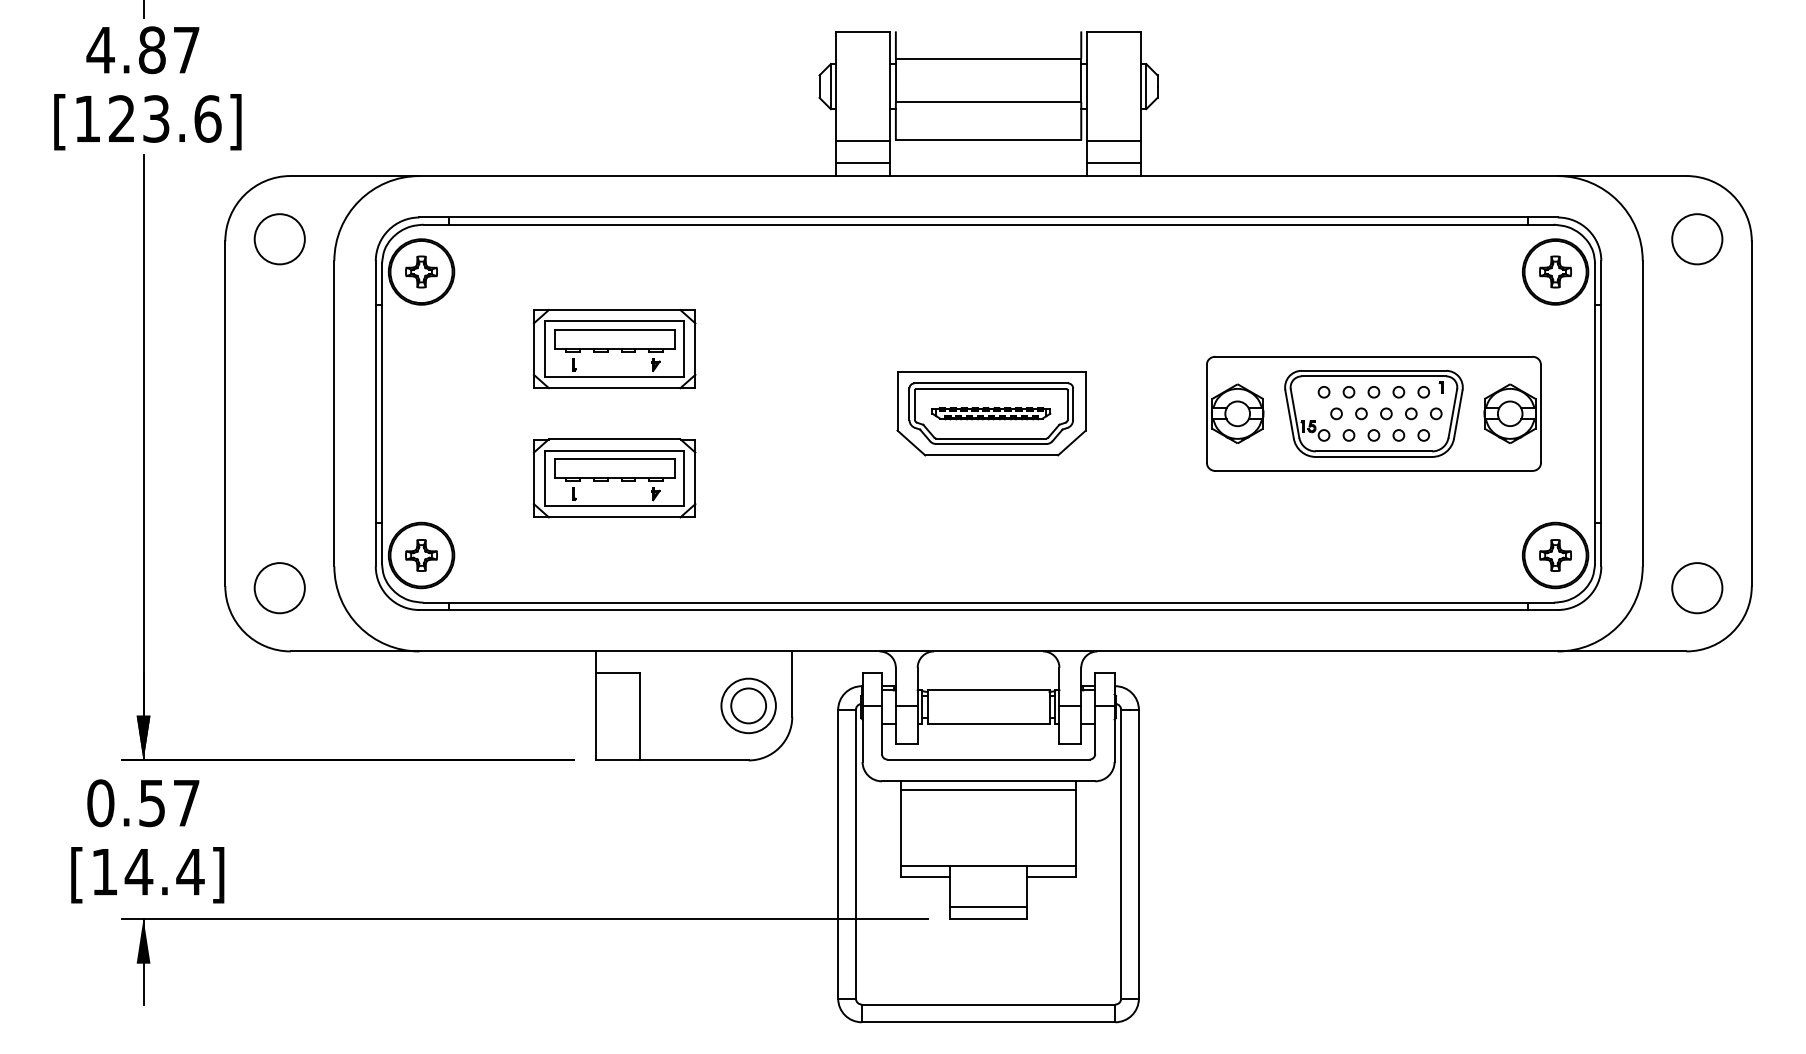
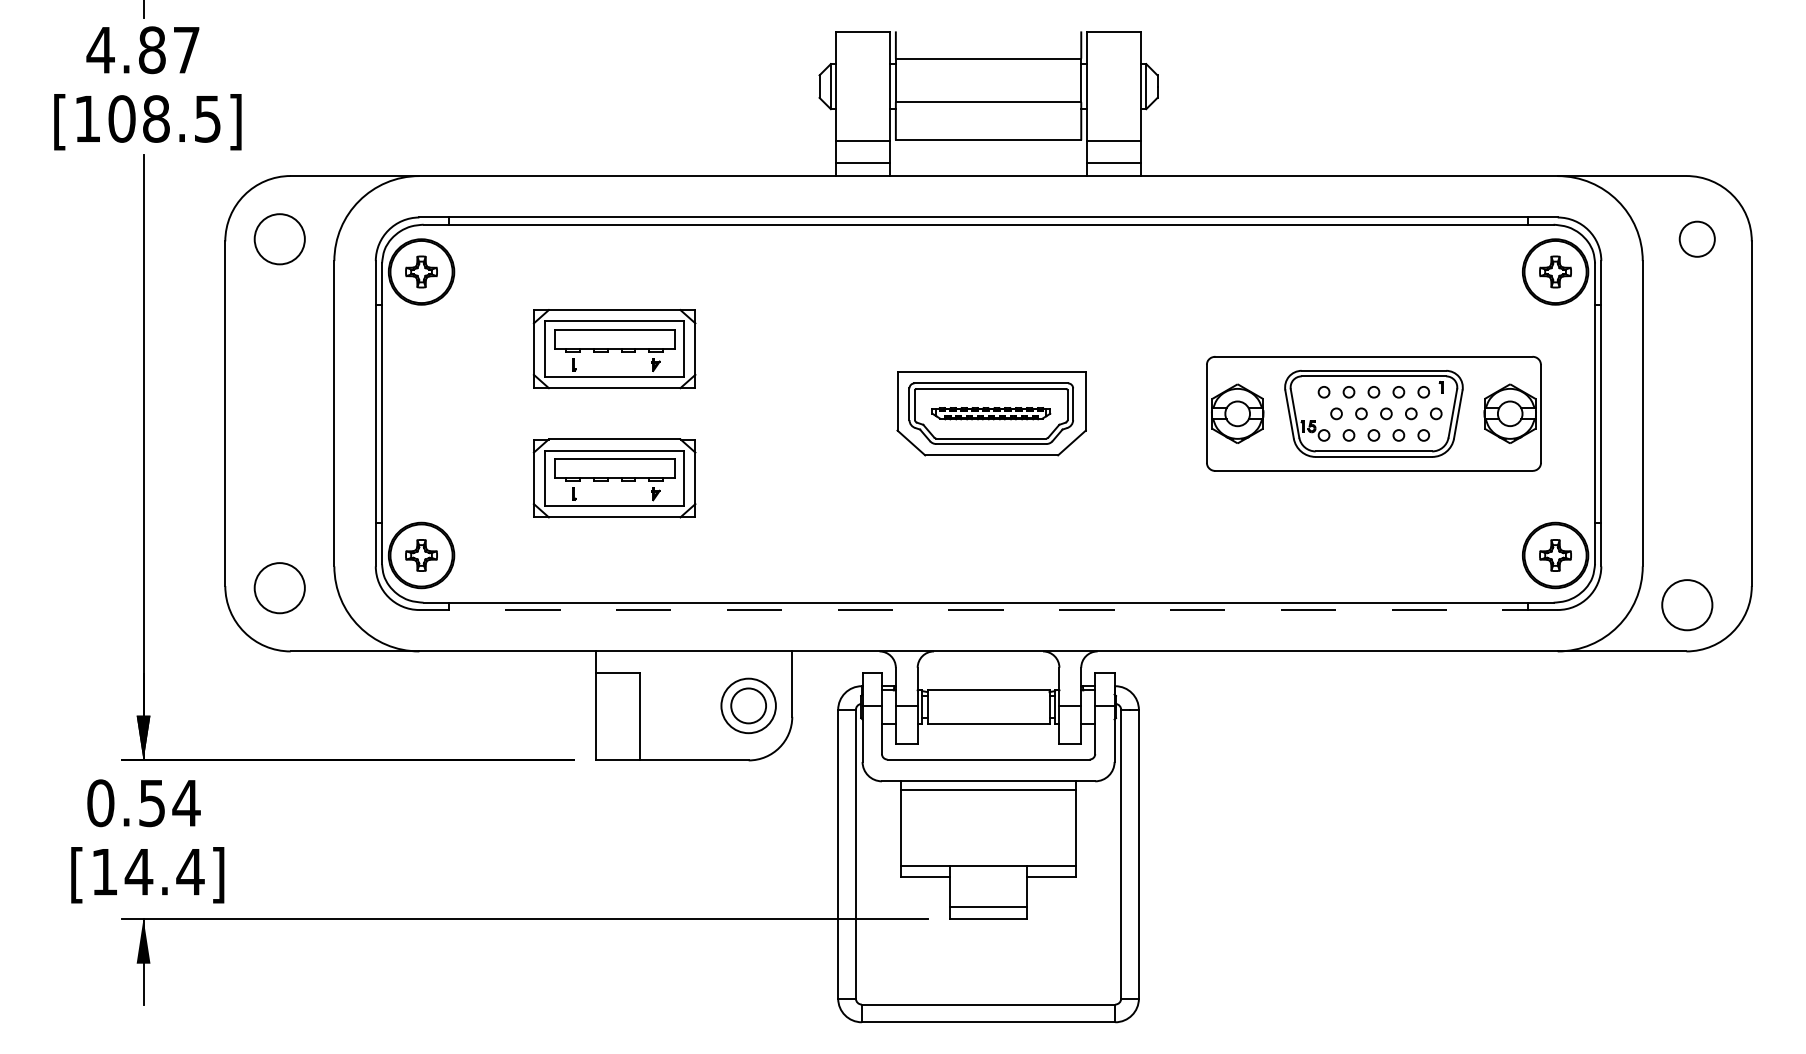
text at (164, 118): [123.6] -> [108.5]
circle at (1697, 239) diameter: 50 px -> 35 px
circle at (1697, 588) position: (1697, 588) -> (1687, 605)
line at (988, 610): solid -> dashed
text at (186, 803): 0.57 -> 0.54
